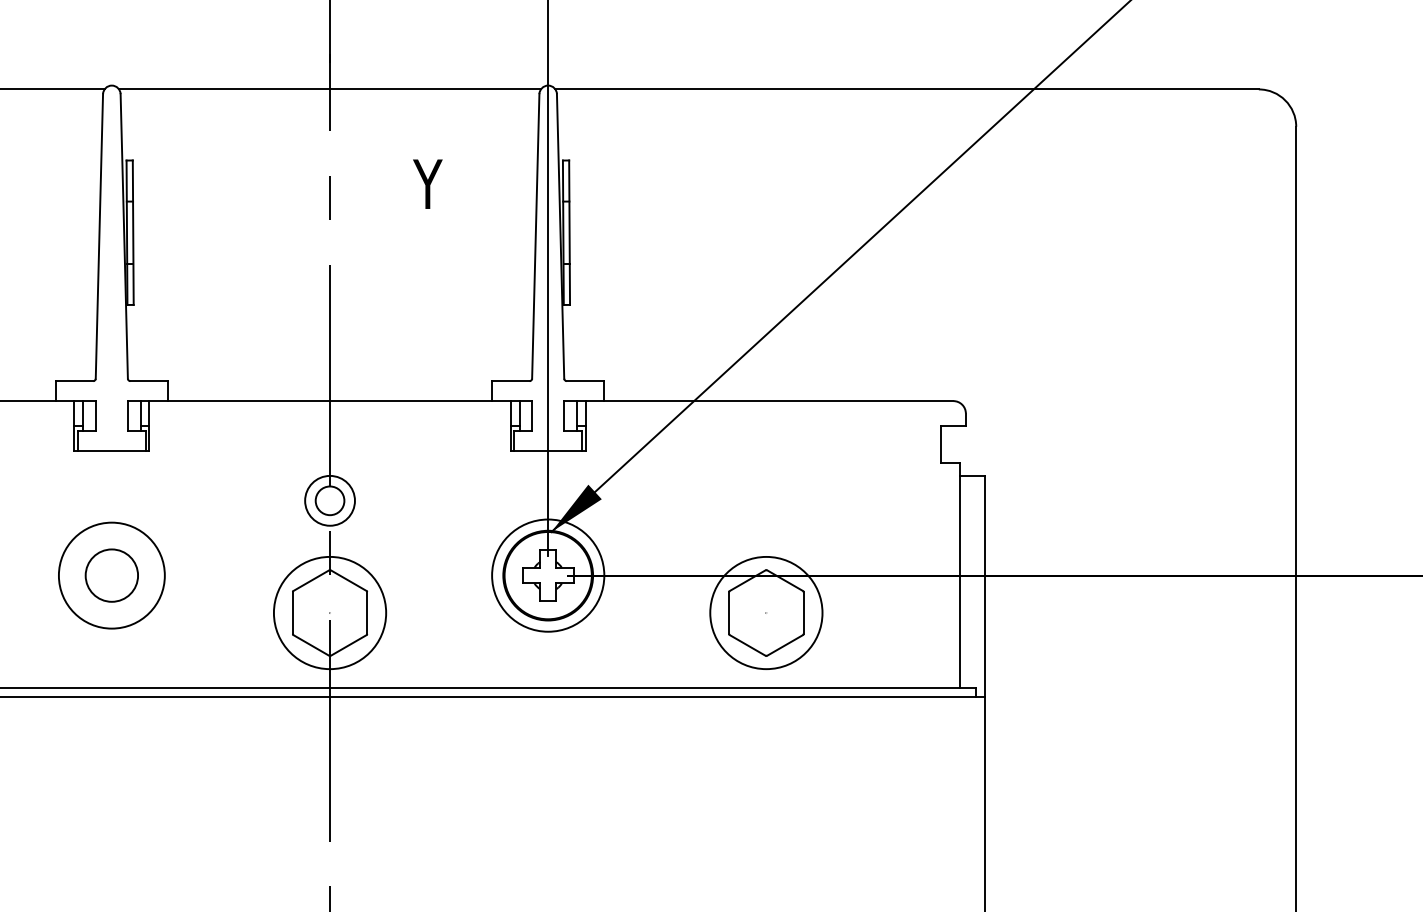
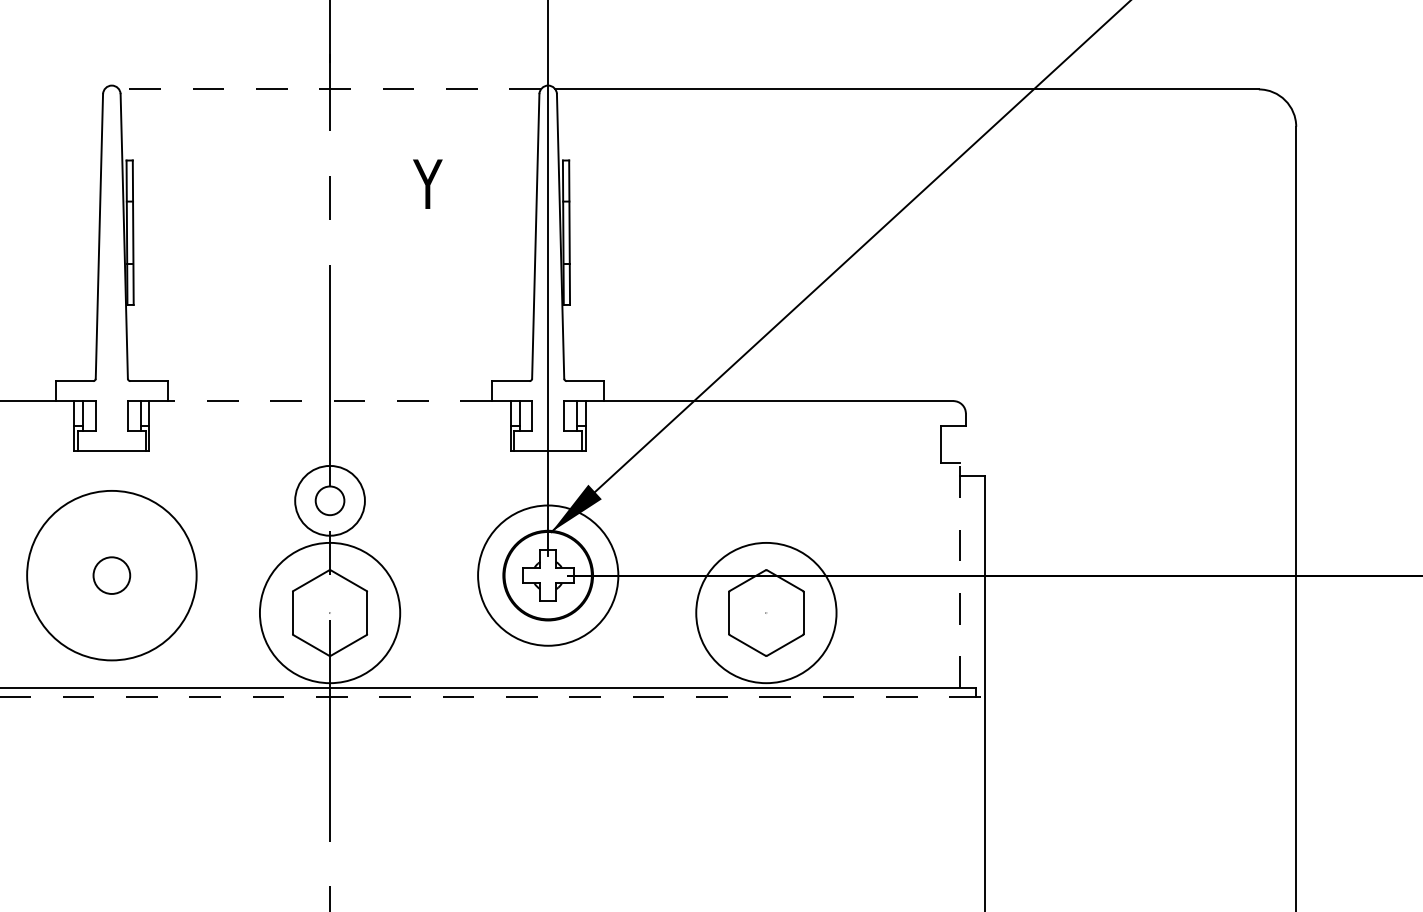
line at (53, 89): present -> none
line at (329, 89): solid -> dashed
line at (329, 401): solid -> dashed
circle at (329, 500) diameter: 50 px -> 70 px
circle at (111, 575) diameter: 106 px -> 170 px
circle at (111, 575) diameter: 52 px -> 37 px
circle at (548, 575) diameter: 112 px -> 140 px
line at (959, 575): solid -> dashed
circle at (329, 612) diameter: 112 px -> 140 px
circle at (766, 612) diameter: 112 px -> 140 px
line at (492, 696): solid -> dashed
